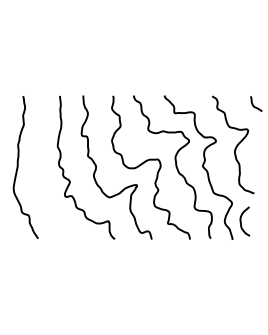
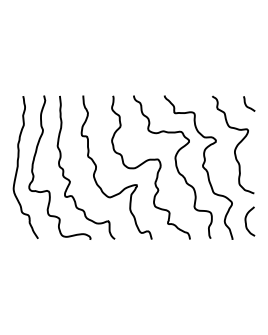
curve at (254, 105) position: (254, 105) -> (247, 105)
curve at (49, 190): none -> present
curve at (241, 221) position: (241, 221) -> (246, 221)
